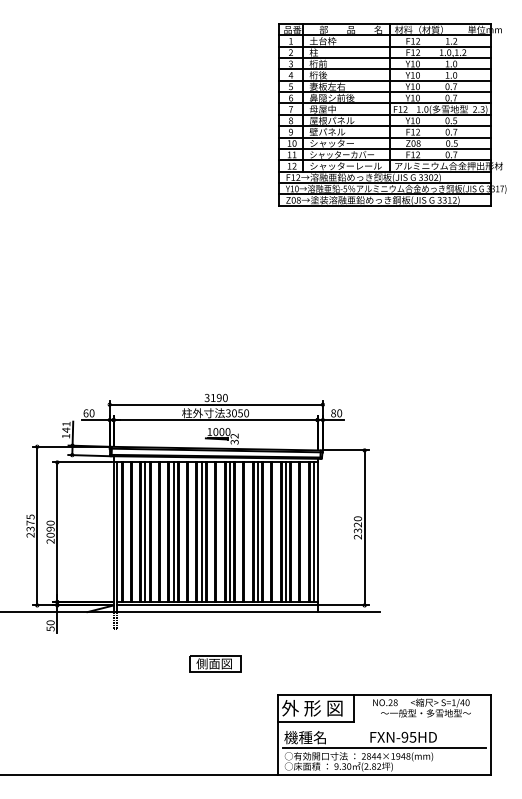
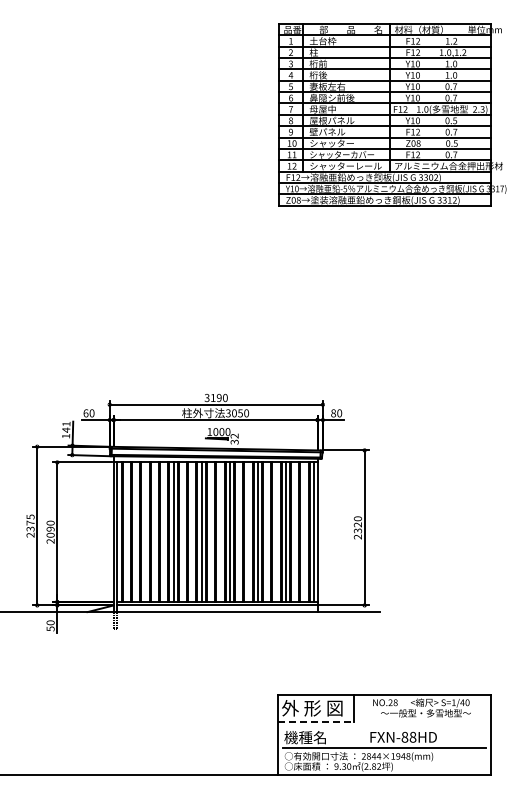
line at (145, 532): present -> none
part at (215, 663): present -> none
line at (316, 721): solid -> dashed
text at (408, 736): FXN-95HD -> FXN-88HD
